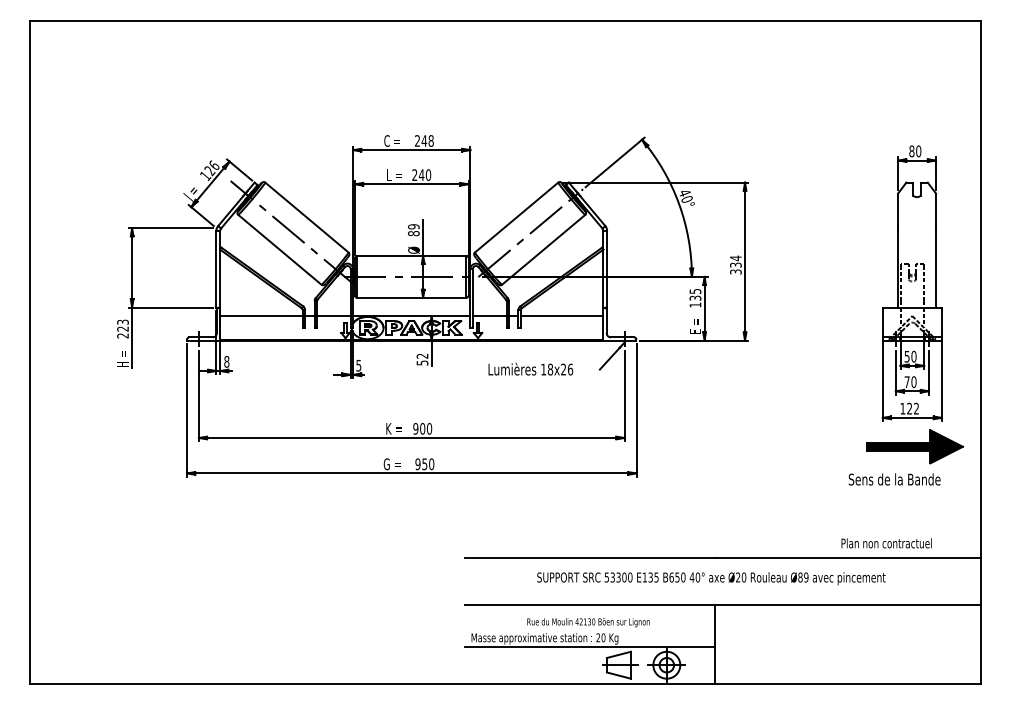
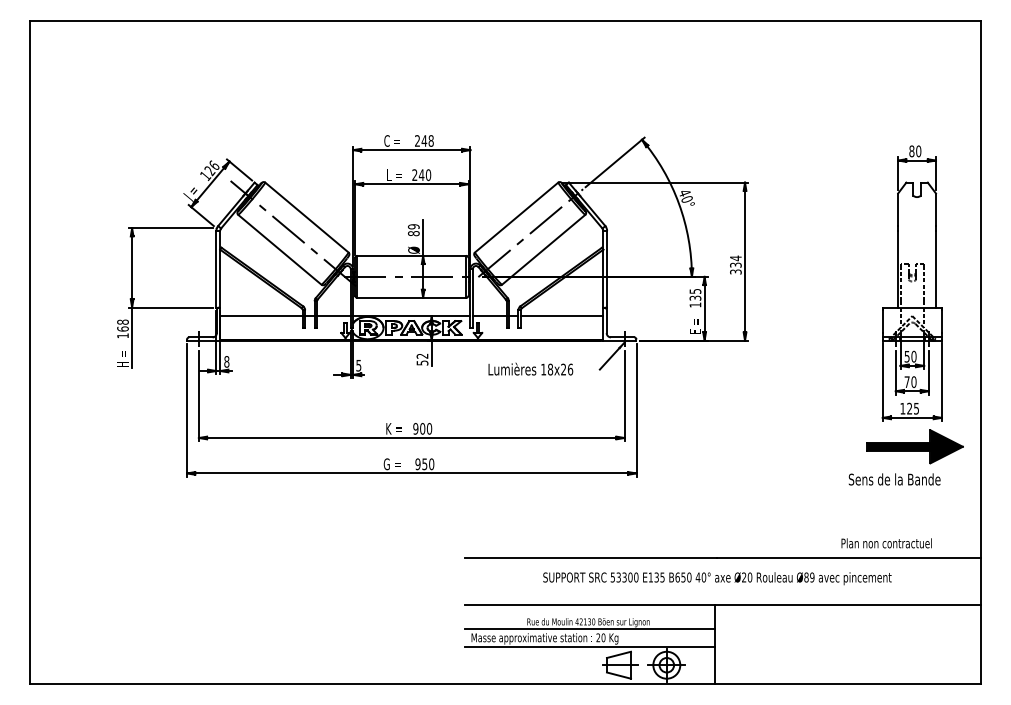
text at (122, 328): 223 -> 168
text at (916, 408): 122 -> 125
text at (711, 578) position: (711, 578) -> (717, 578)
line at (589, 629): none -> present
